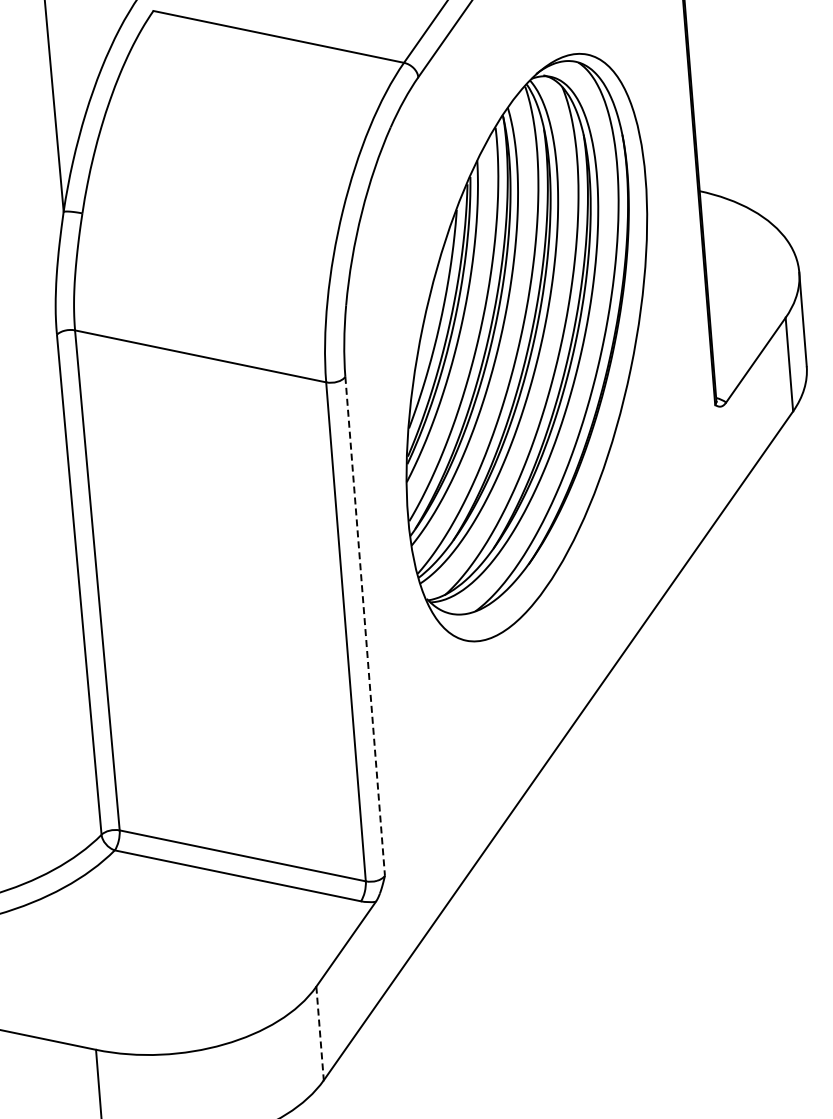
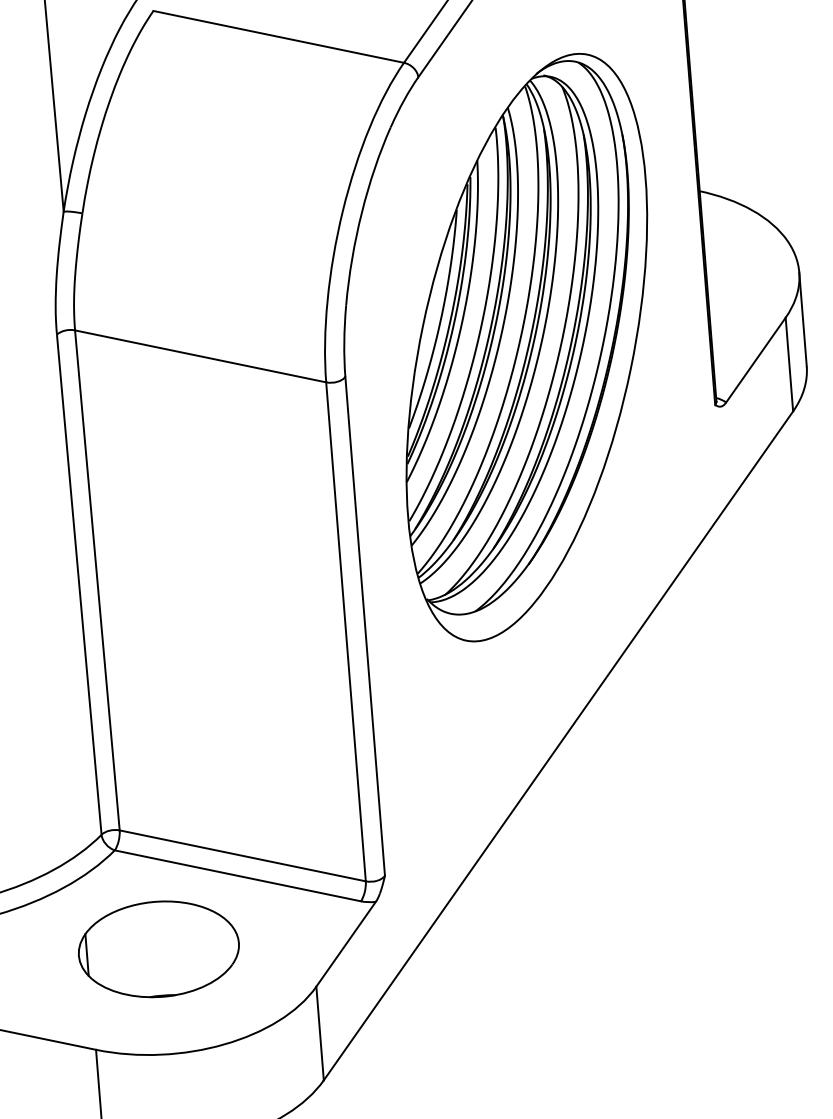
line at (365, 626): dashed -> solid
part at (158, 949): none -> present
line at (320, 1034): dashed -> solid
